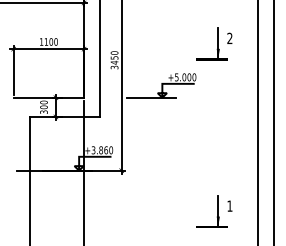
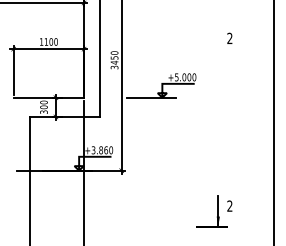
part at (211, 43): present -> none
line at (258, 122): present -> none
text at (229, 205): 1 -> 2
